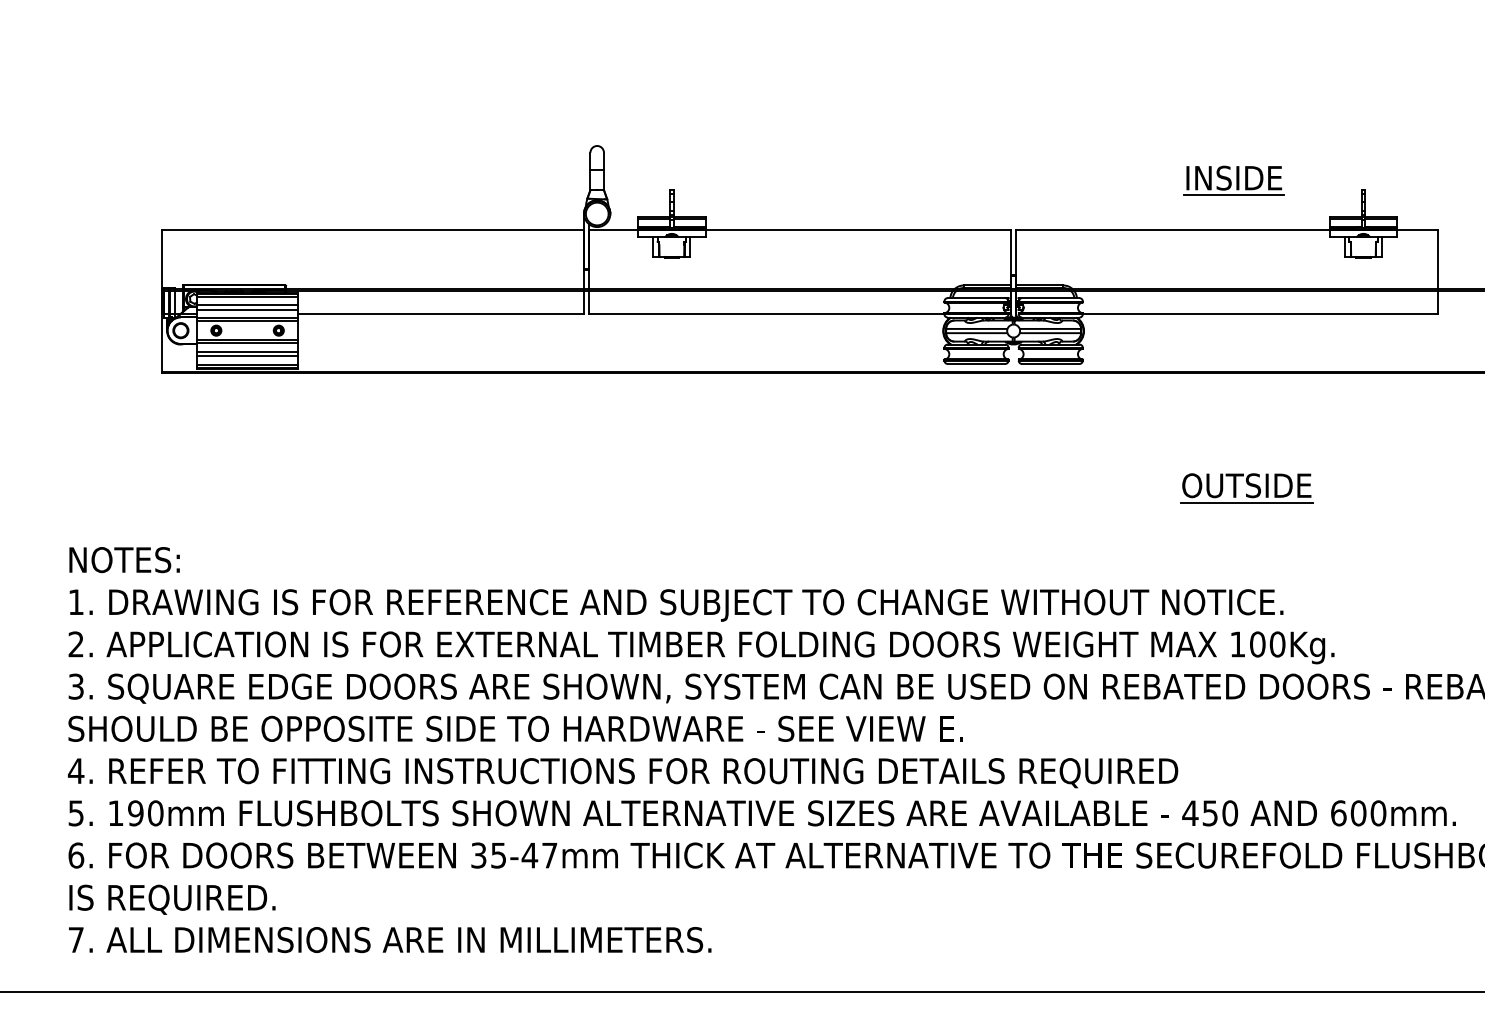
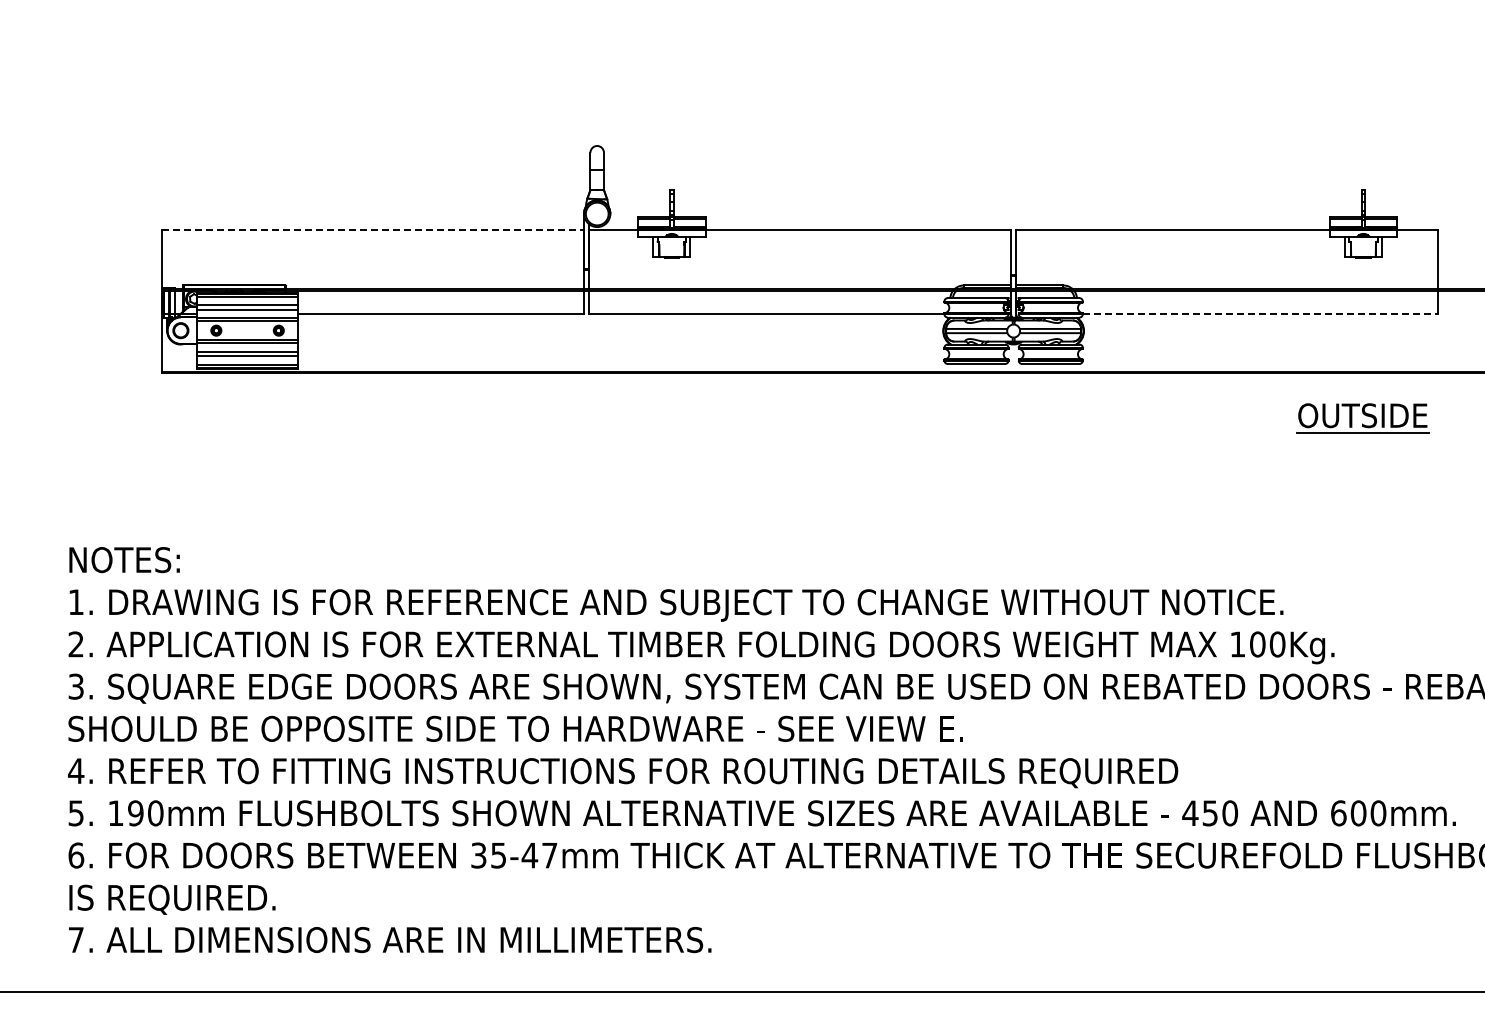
part at (1233, 180): present -> none
line at (373, 230): solid -> dashed
line at (1260, 314): solid -> dashed
part at (1246, 488) position: (1246, 488) -> (1362, 418)
